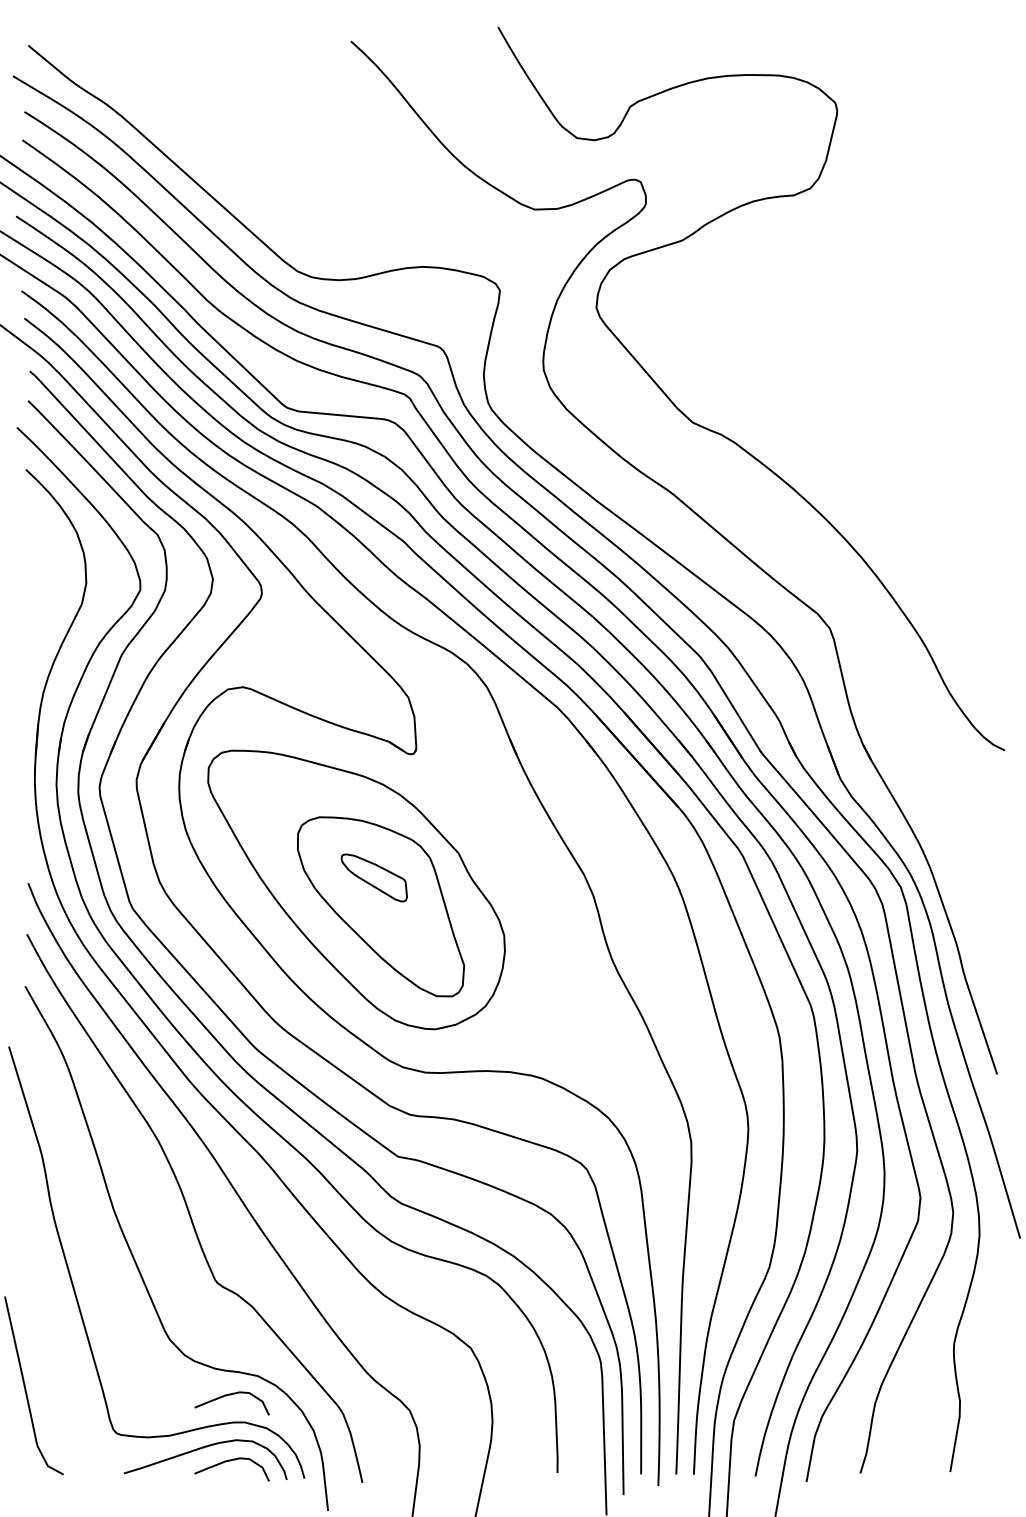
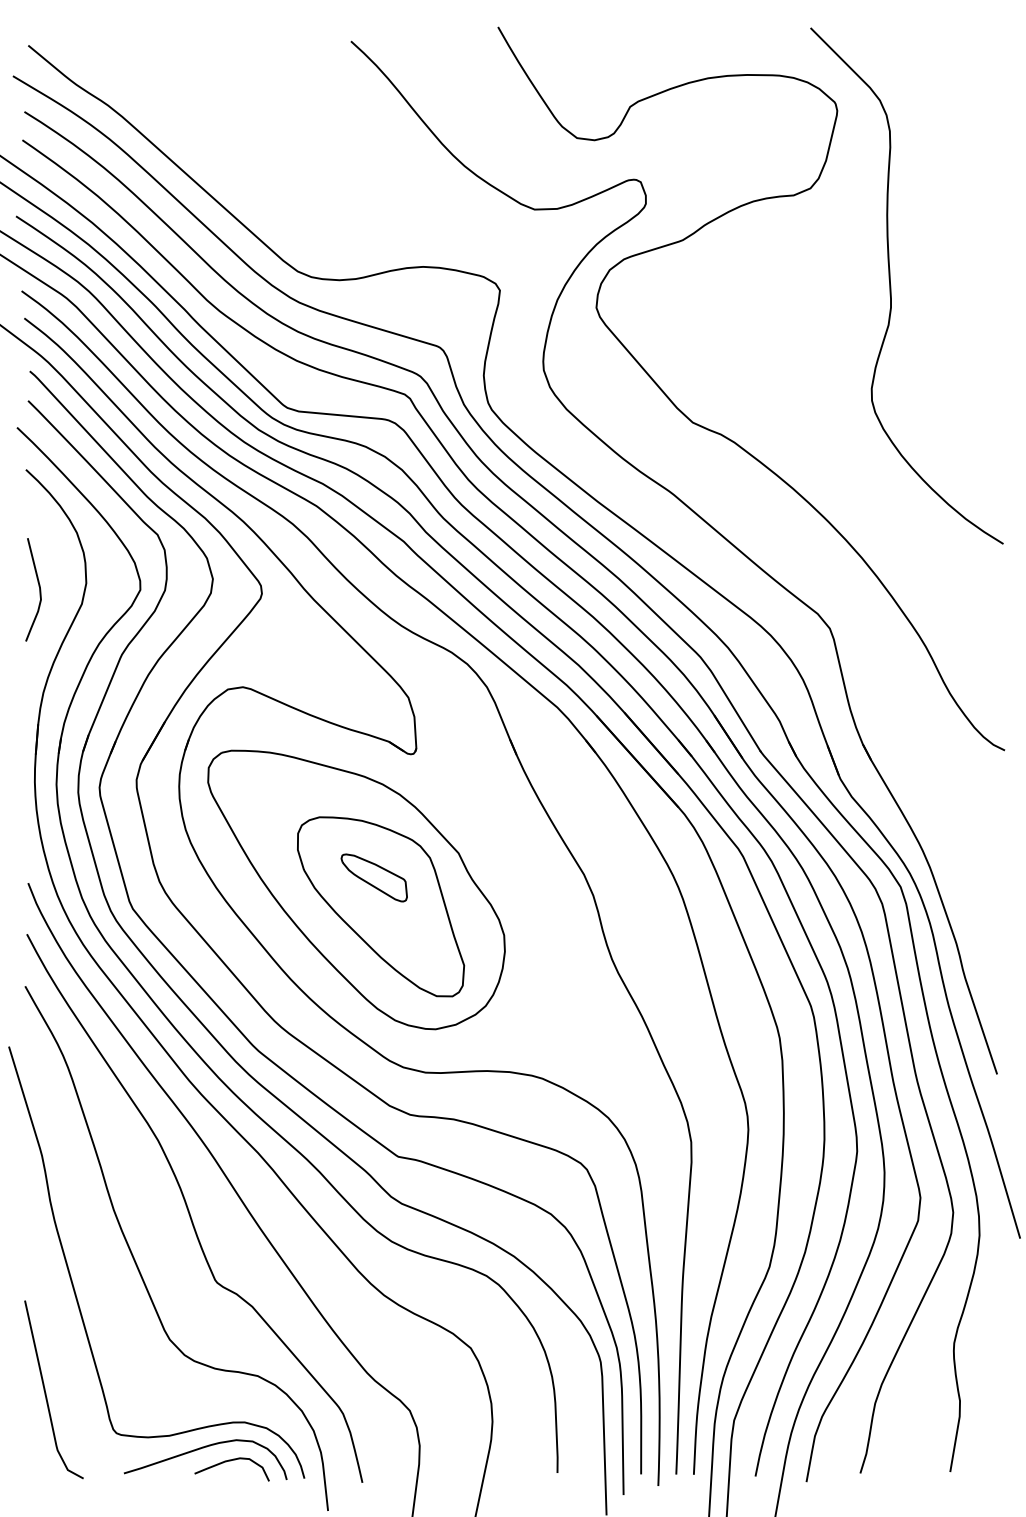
curve at (891, 285): none -> present
curve at (38, 586): none -> present
curve at (26, 1388) position: (26, 1388) -> (46, 1392)
curve at (231, 1395): present -> none
